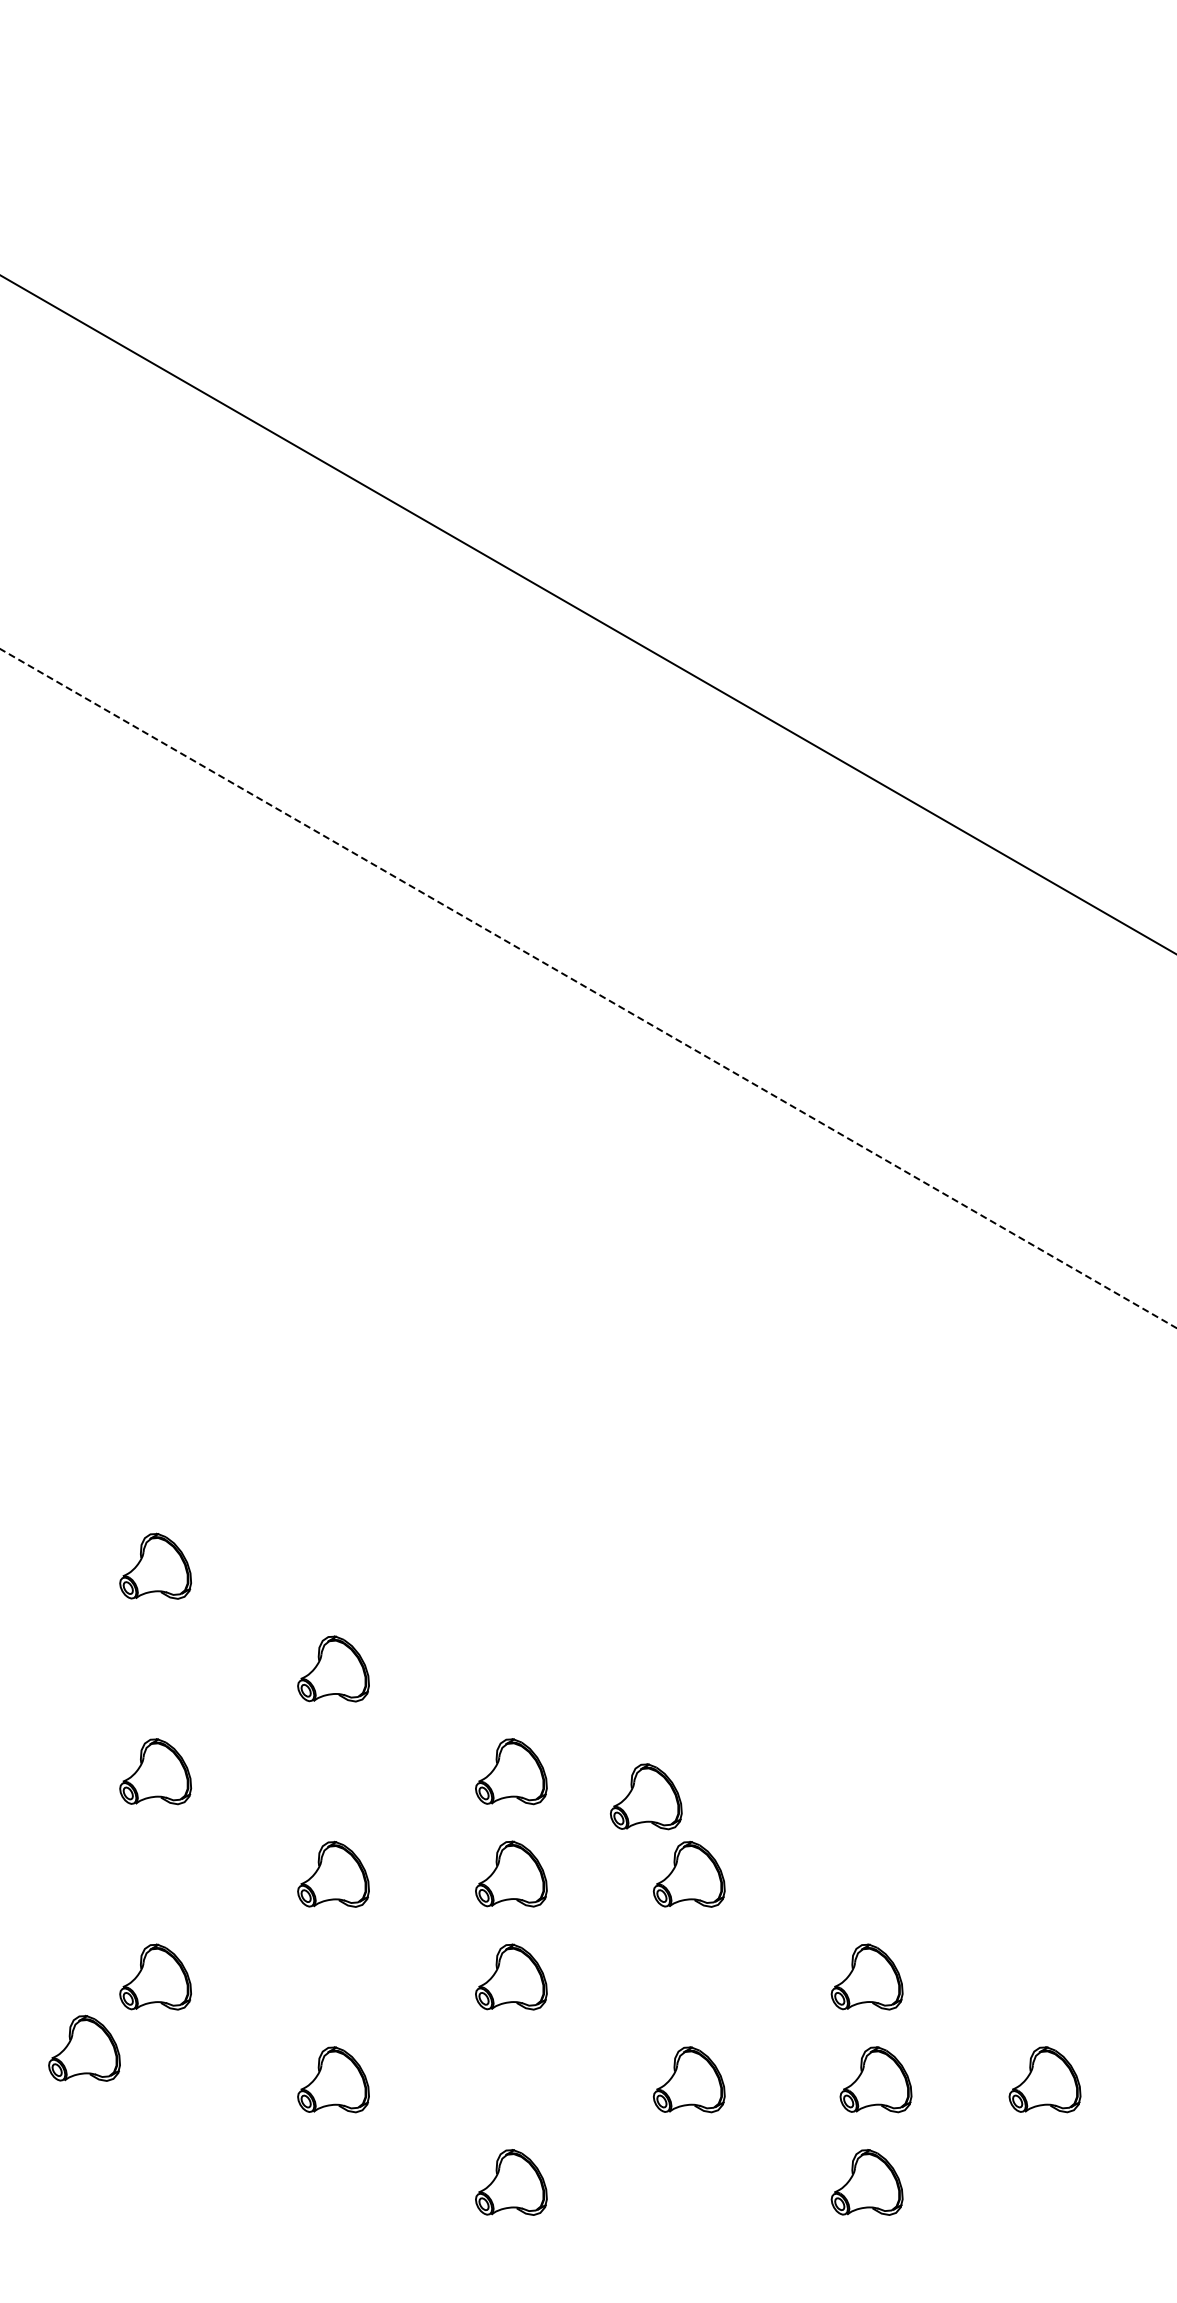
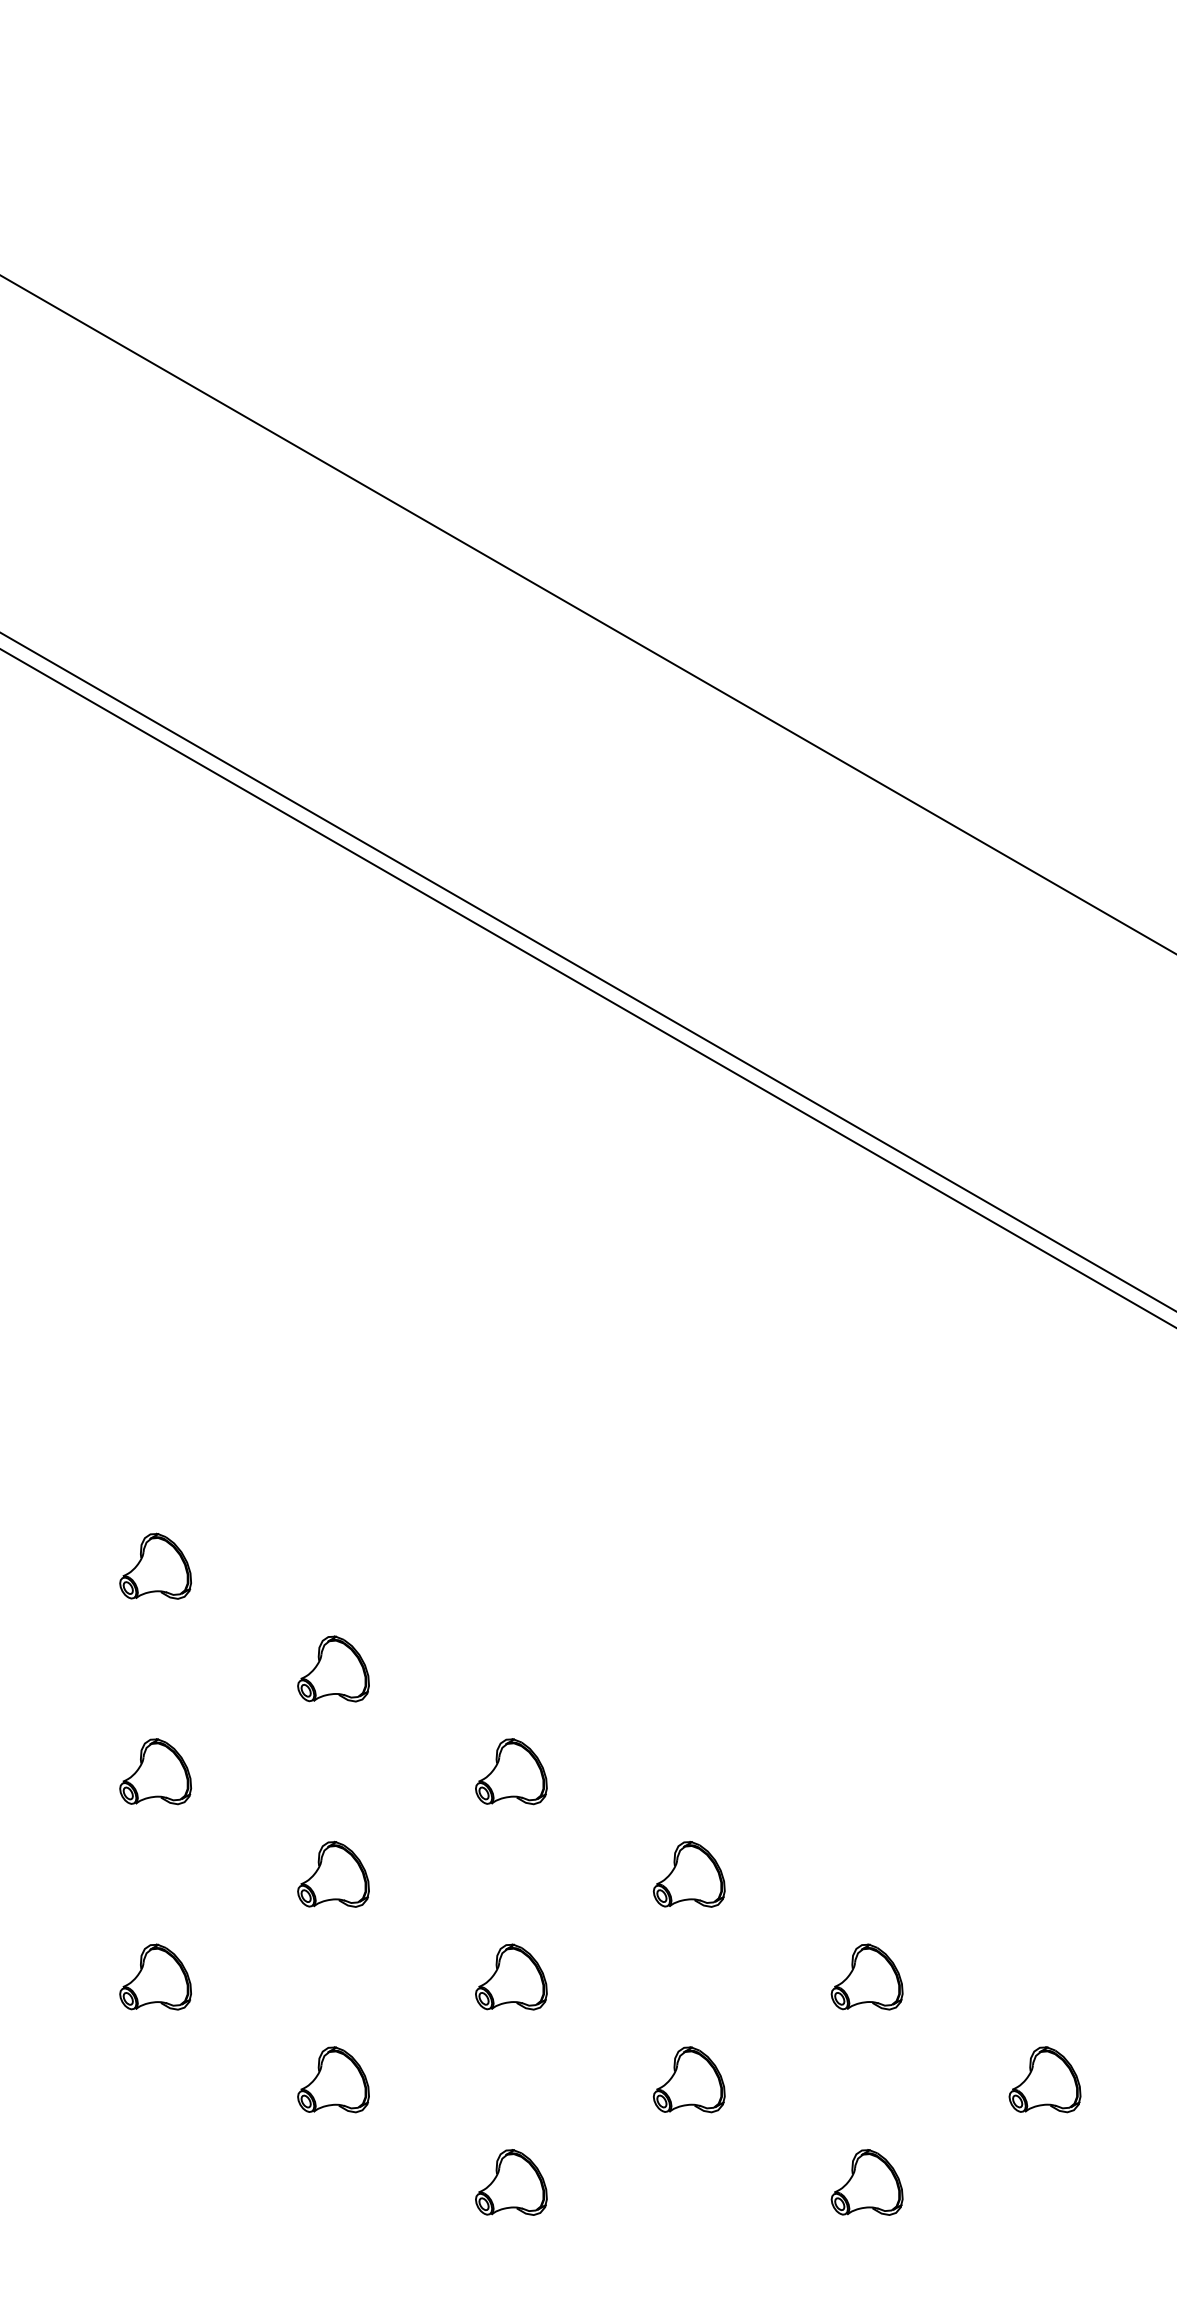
line at (587, 971): none -> present
line at (588, 988): dashed -> solid
part at (646, 1796): present -> none
part at (511, 1873): present -> none
part at (84, 2047): present -> none
part at (875, 2079): present -> none
